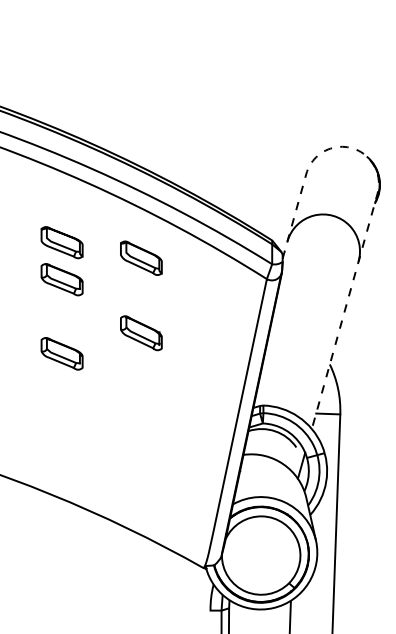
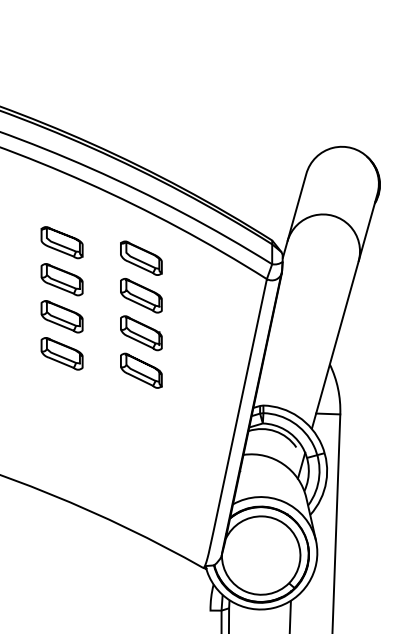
line at (375, 200): dashed -> solid
part at (141, 295): none -> present
part at (61, 316): none -> present
part at (141, 370): none -> present
